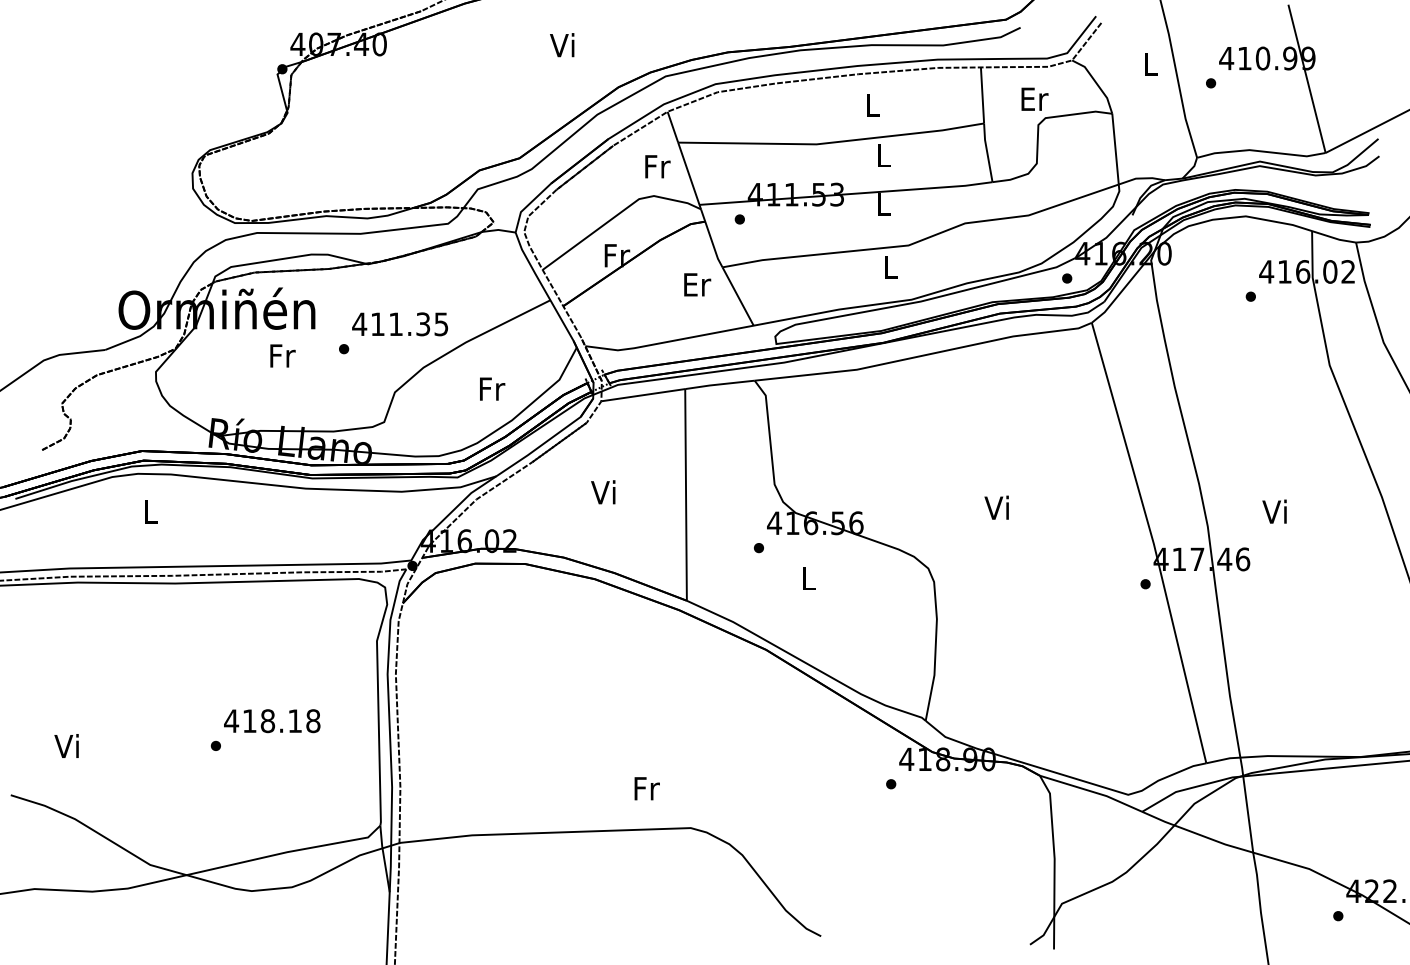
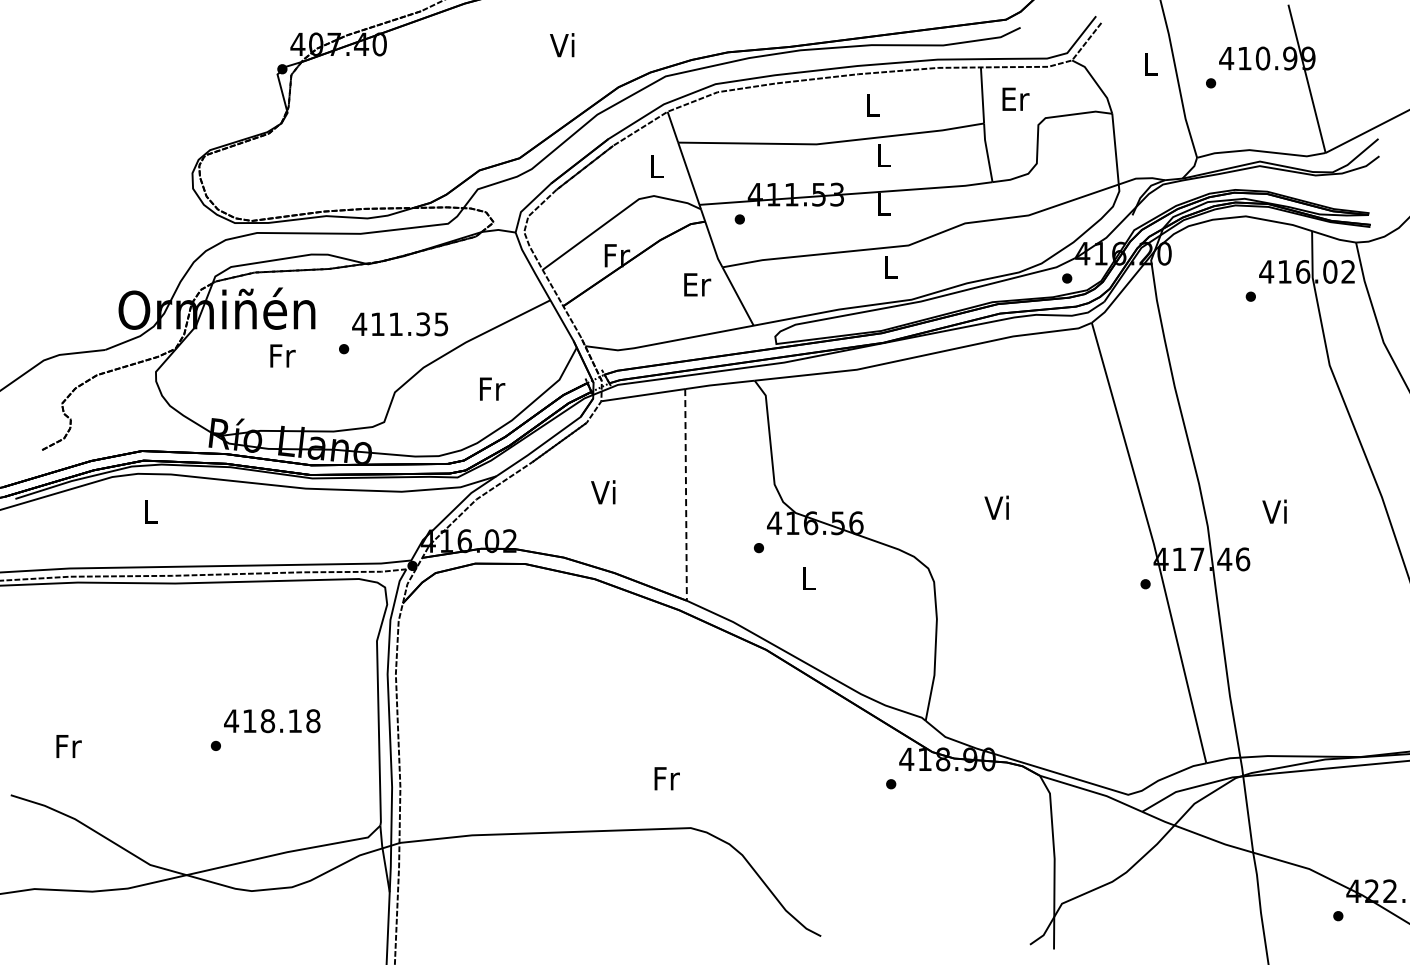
text at (1034, 98) position: (1034, 98) -> (1015, 98)
text at (657, 166): Fr -> L
line at (686, 494): solid -> dashed
text at (67, 745): Vi -> Fr
text at (646, 788) position: (646, 788) -> (666, 778)
